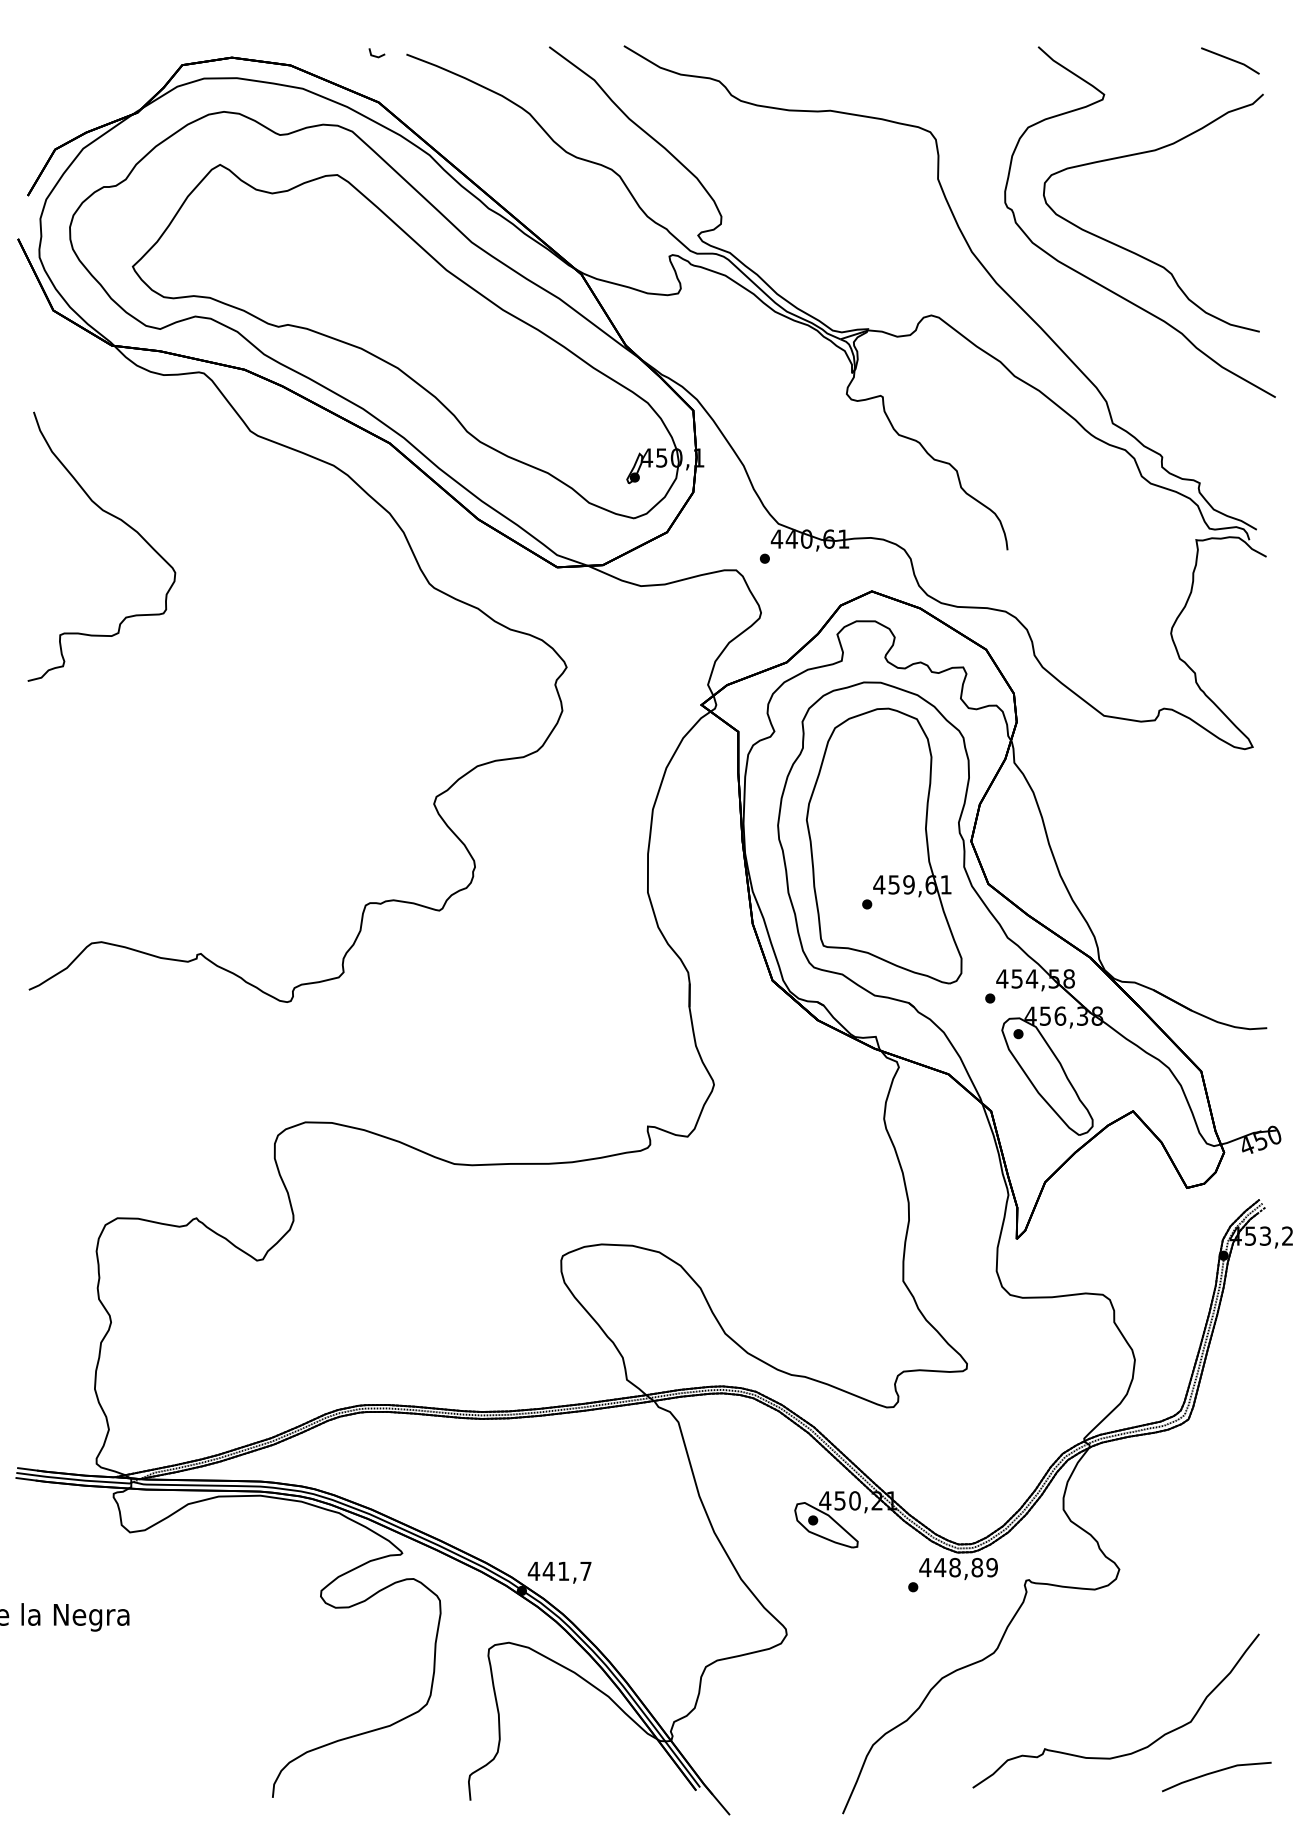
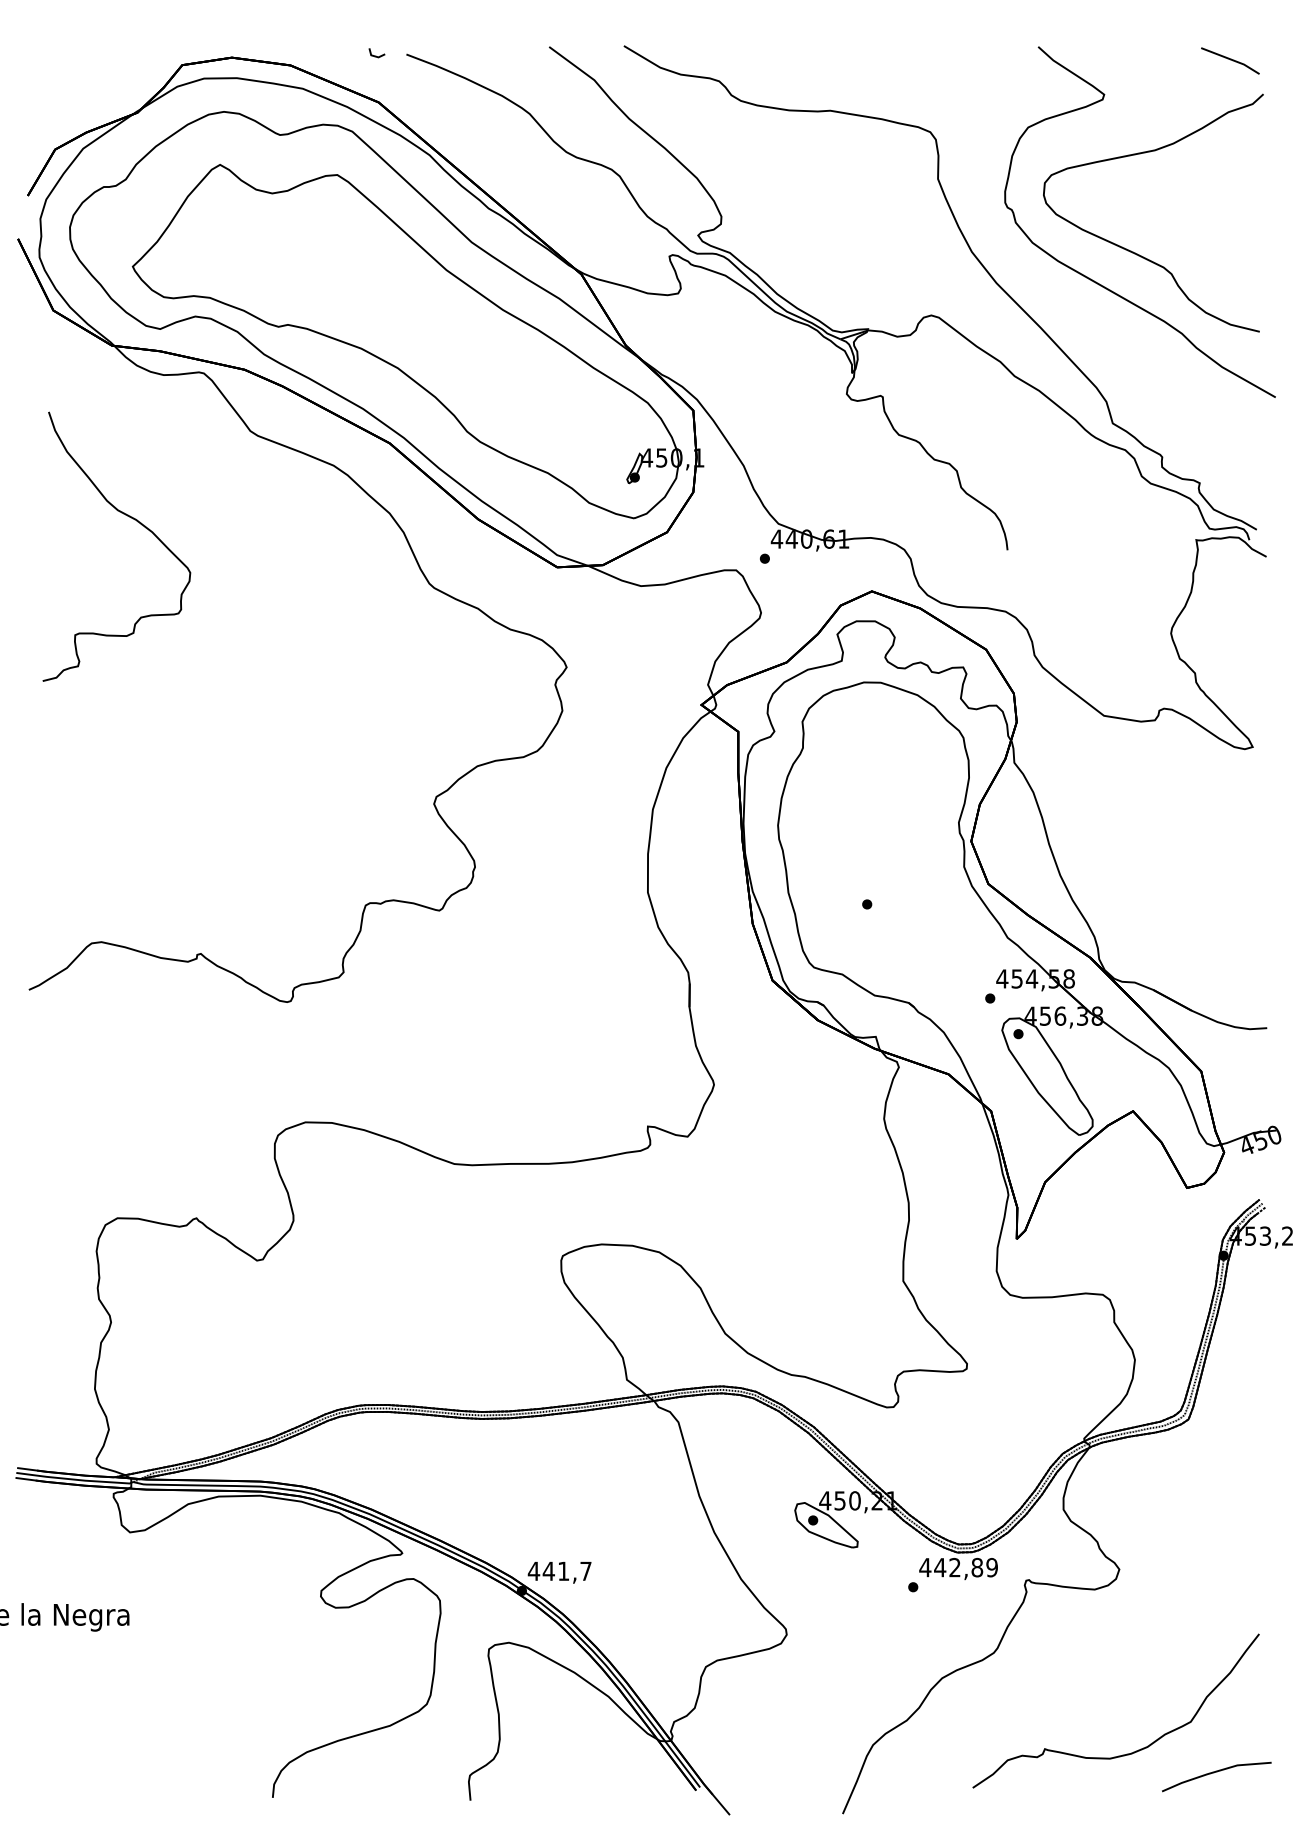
curve at (119, 520) position: (119, 520) -> (134, 520)
part at (884, 845): present -> none
text at (954, 1567): 448,89 -> 442,89
